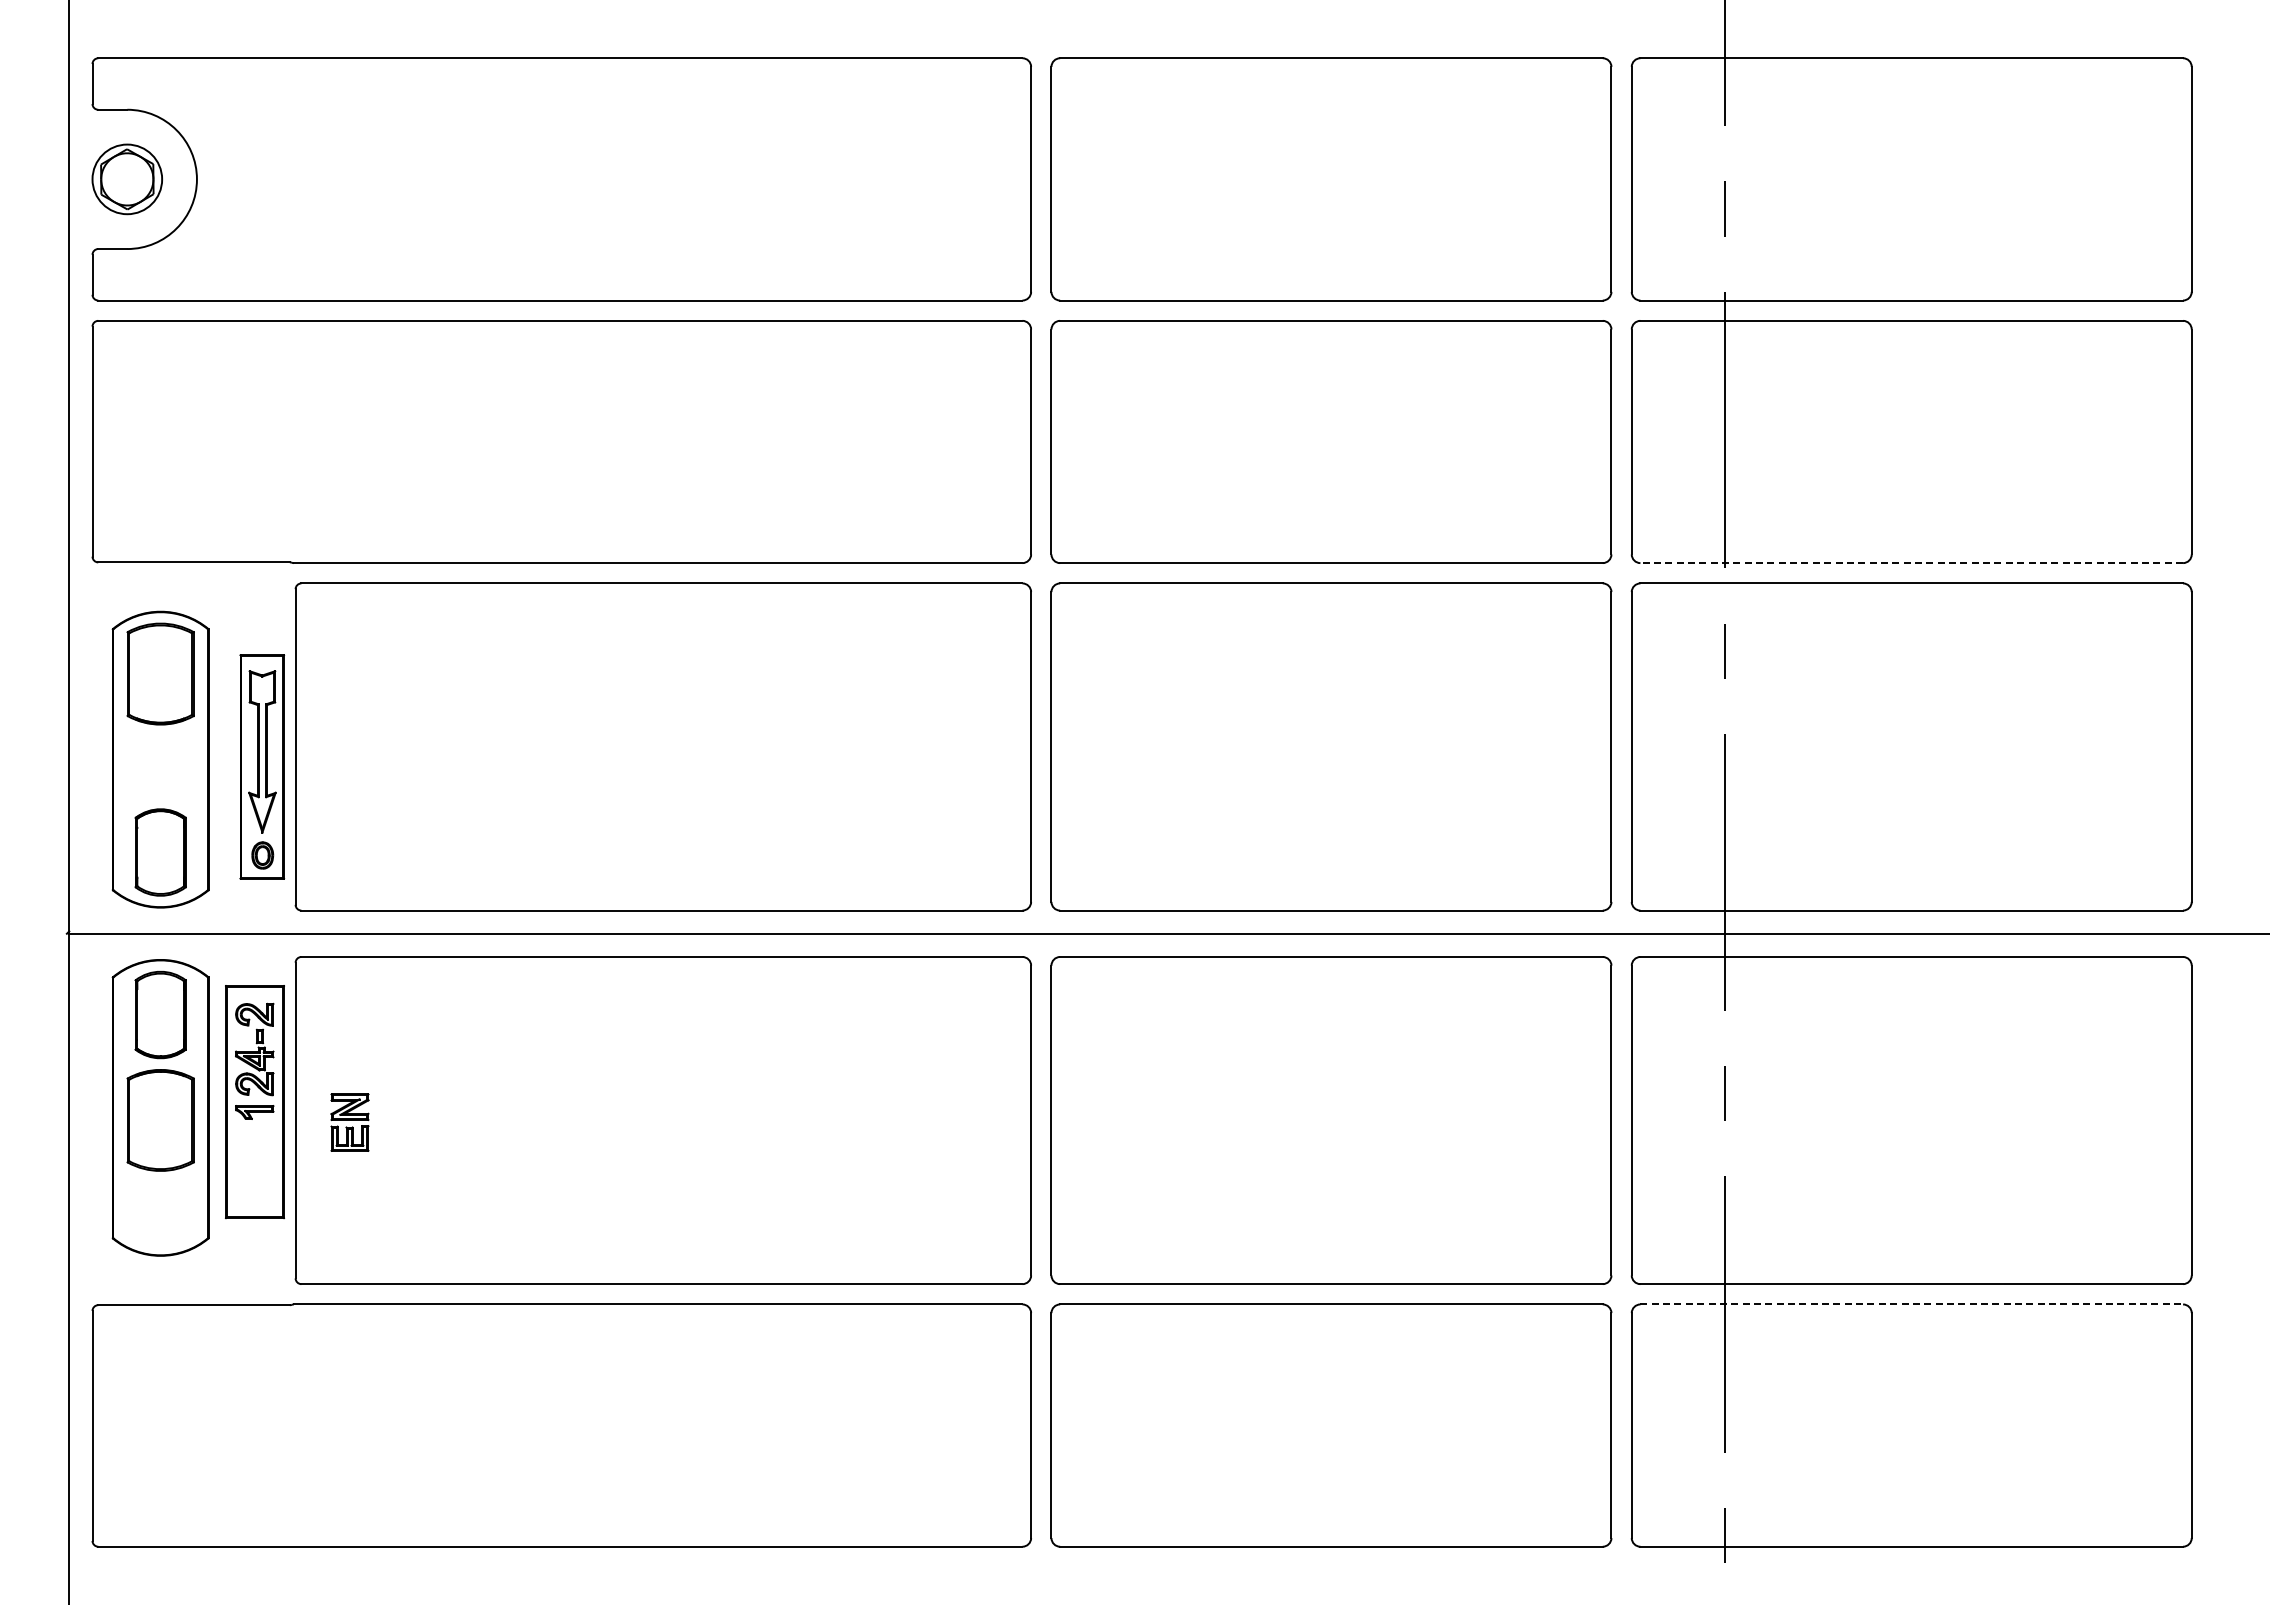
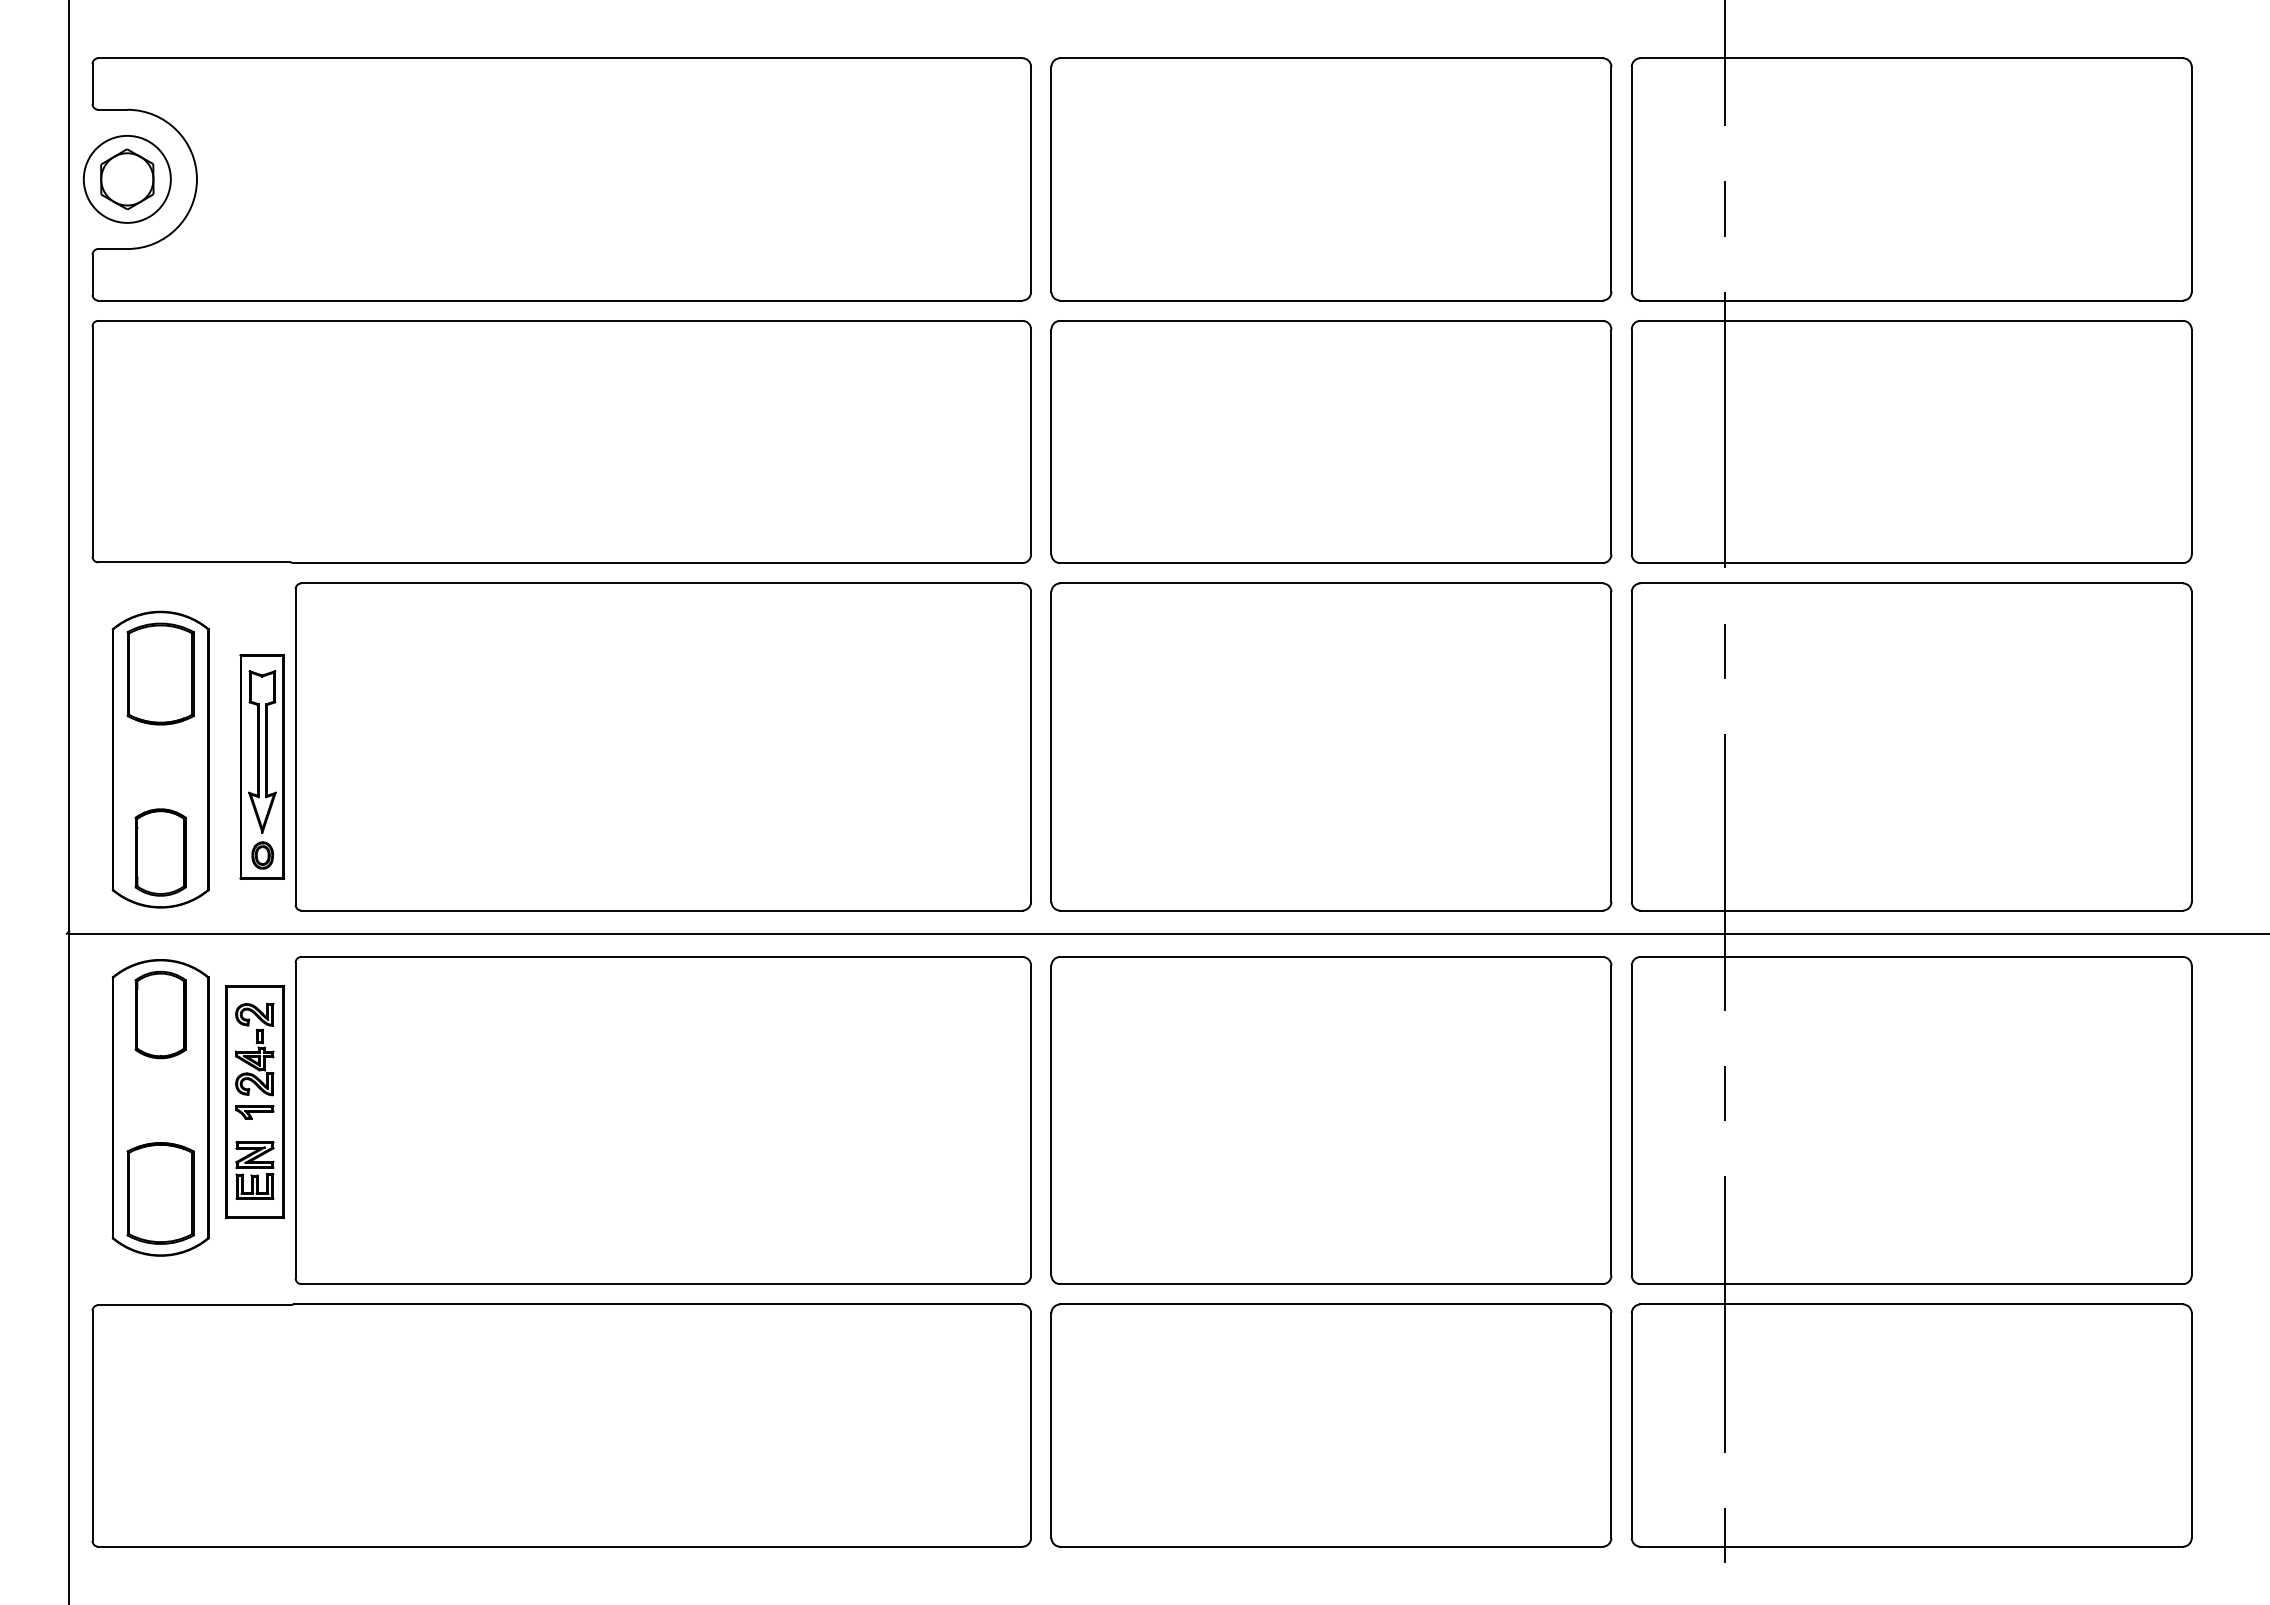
circle at (127, 179) diameter: 70 px -> 87 px
line at (1911, 563): dashed -> solid
part at (160, 1120) position: (160, 1120) -> (160, 1193)
part at (349, 1122) position: (349, 1122) -> (254, 1170)
line at (1912, 1304): dashed -> solid
